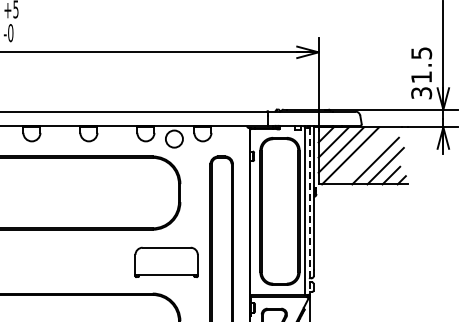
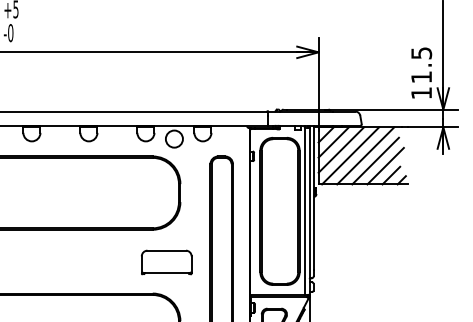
text at (421, 93): 31.5 -> 11.5
line at (365, 155): none -> present
line at (309, 211): dashed -> solid
part at (166, 261) size: 65x32 px -> 52x27 px
